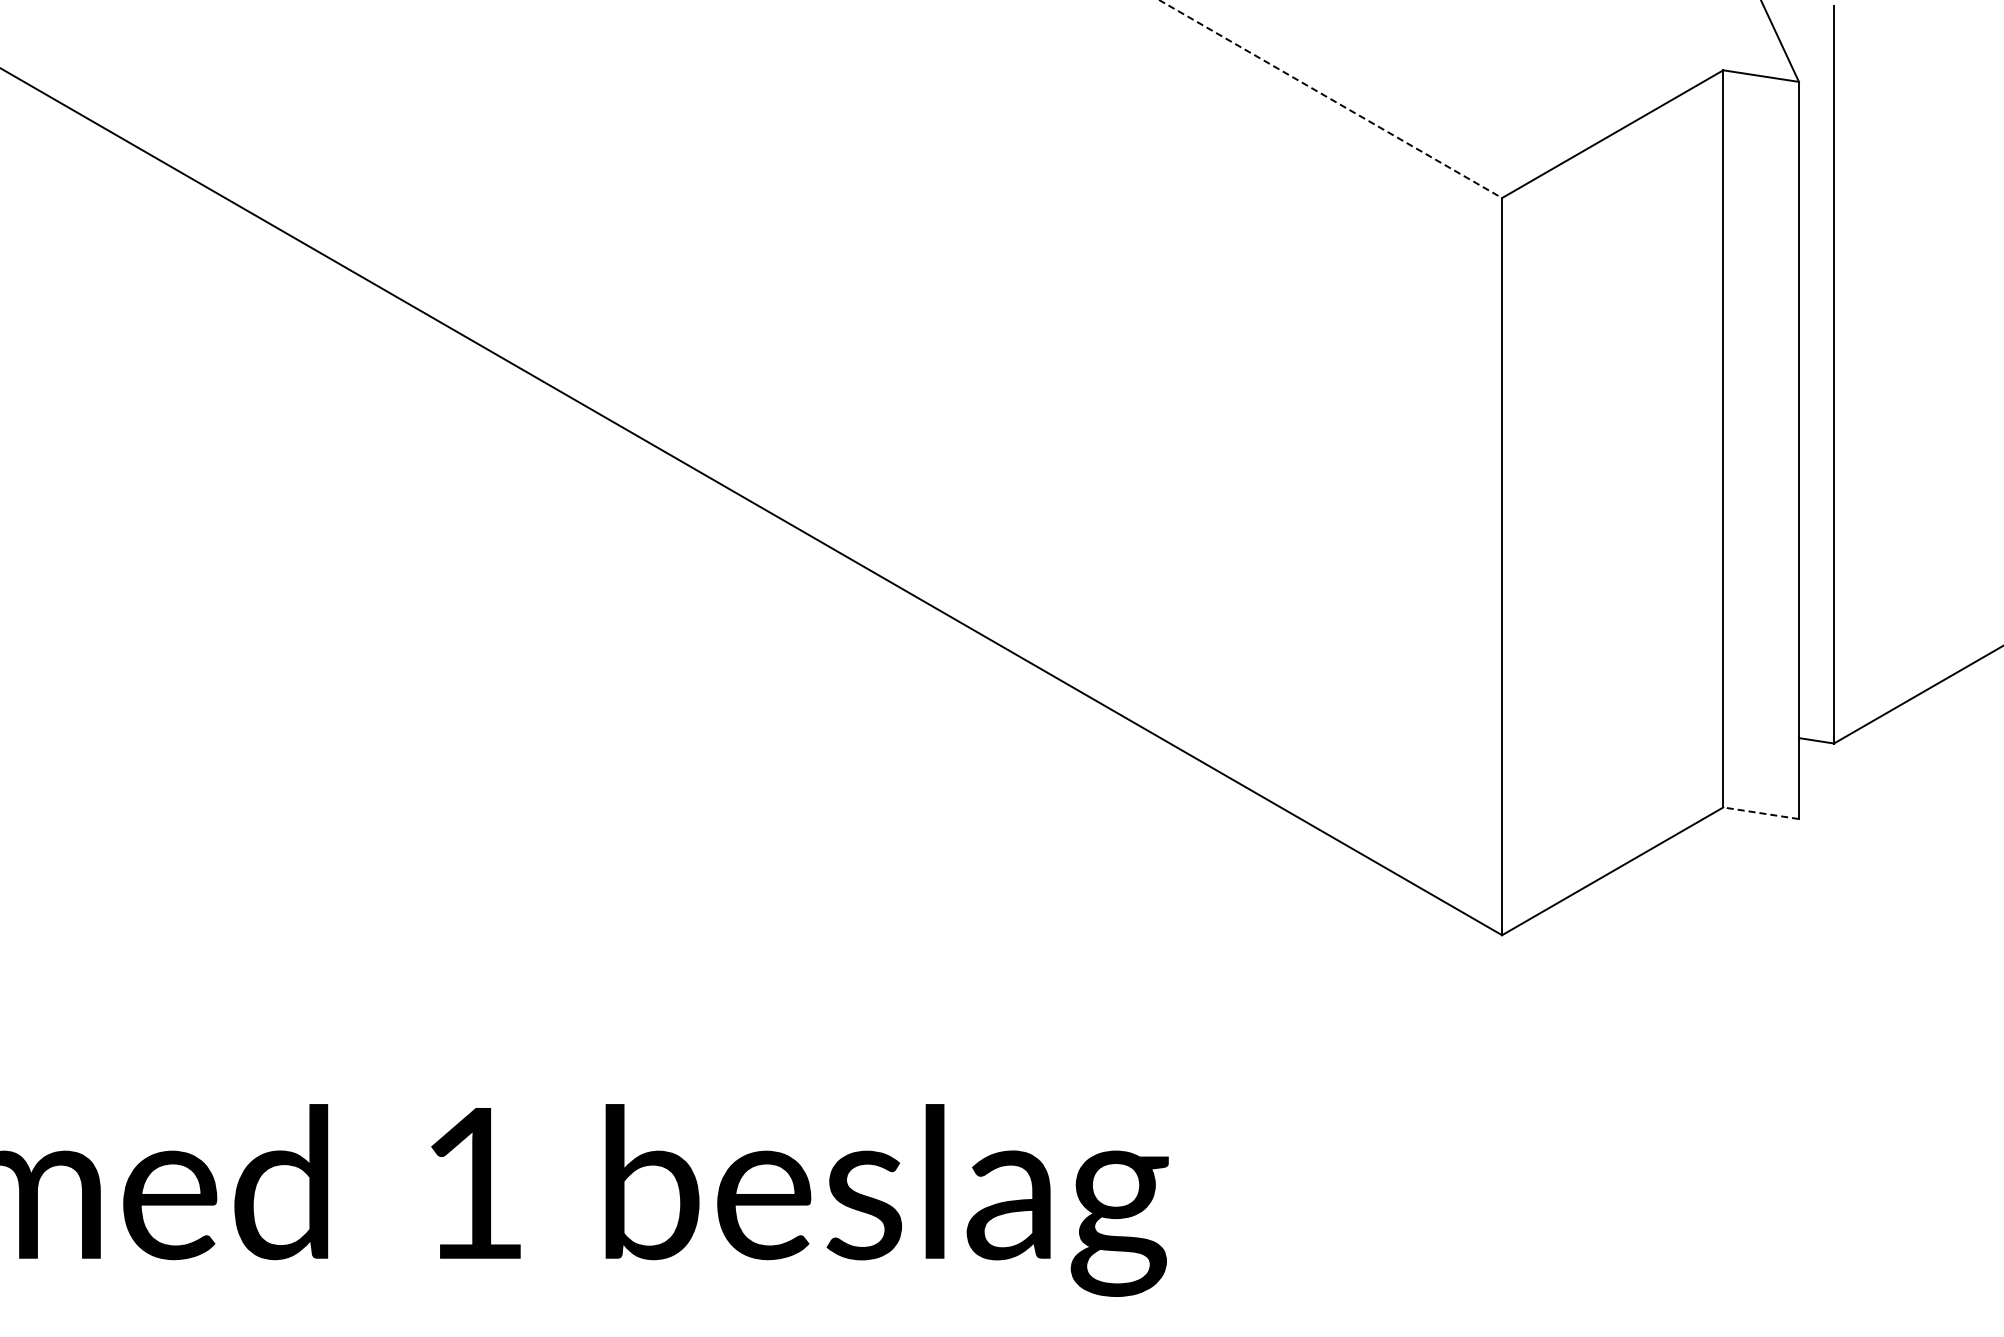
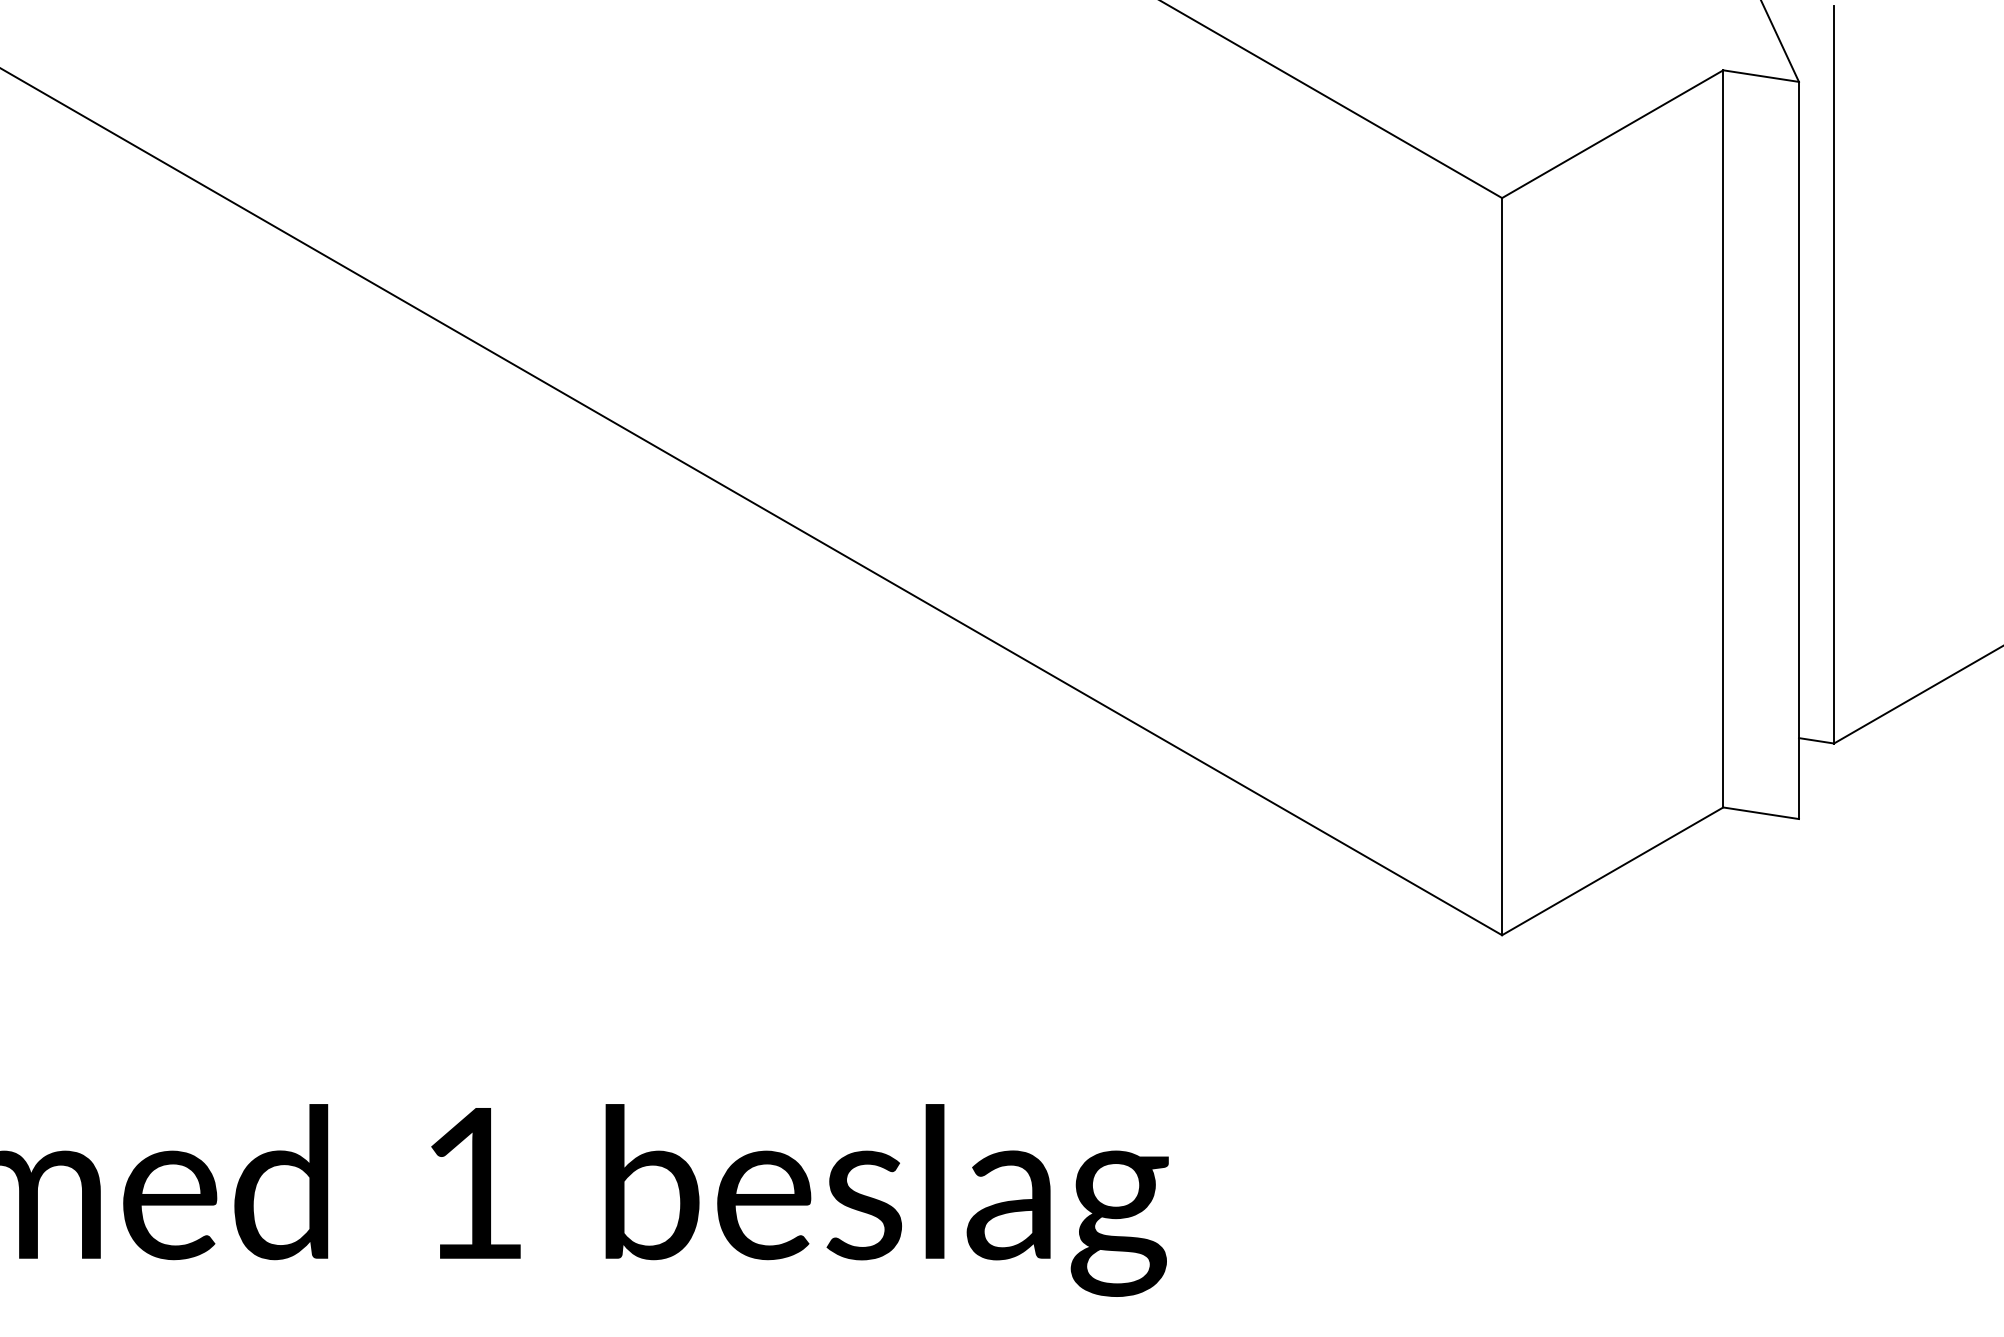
line at (1330, 99): dashed -> solid
line at (1760, 813): dashed -> solid
